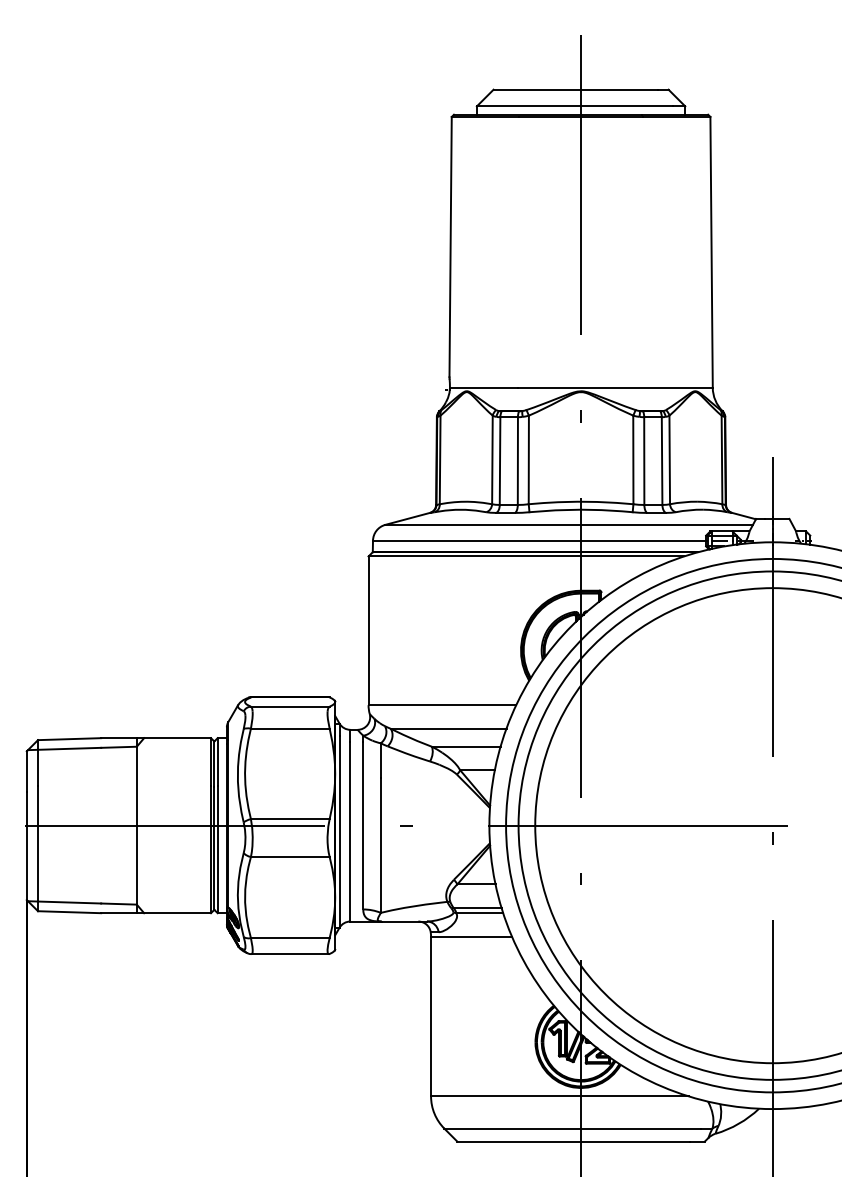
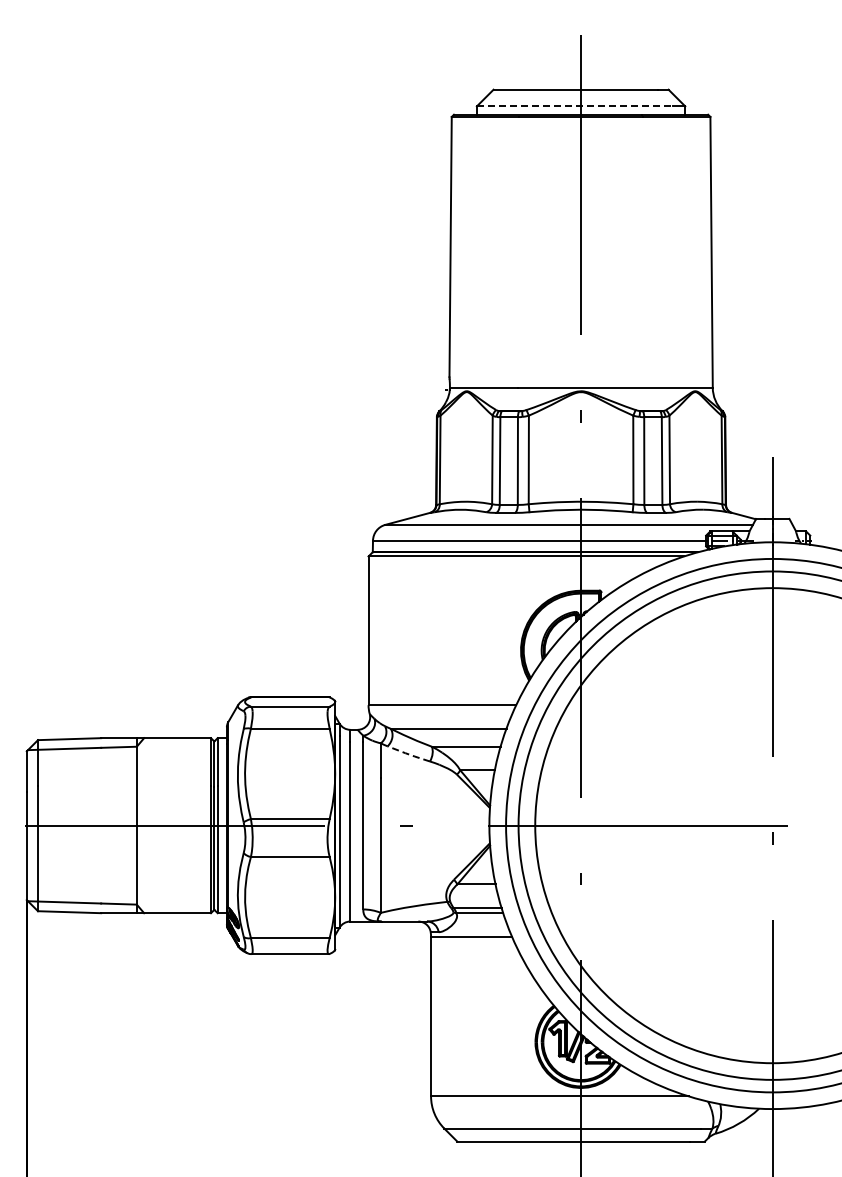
line at (574, 106): solid -> dashed
line at (408, 754): solid -> dashed
